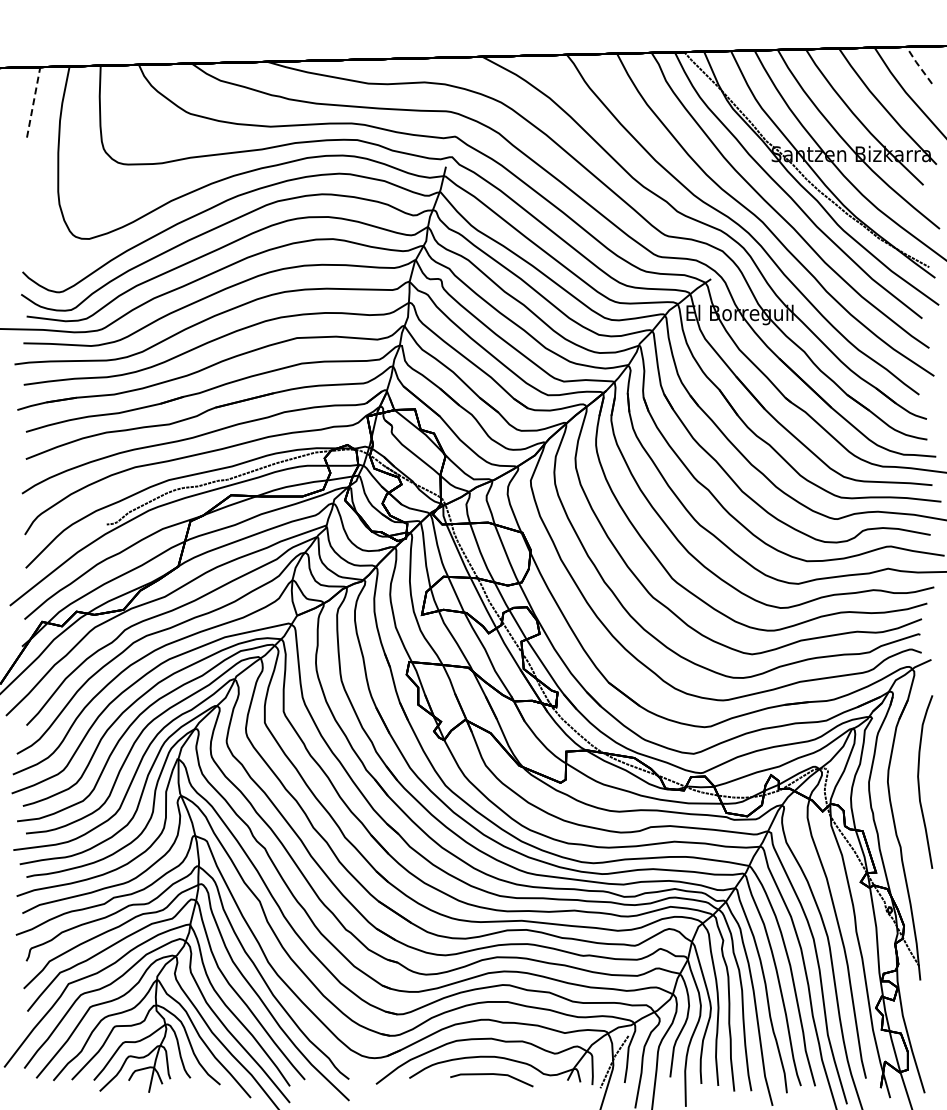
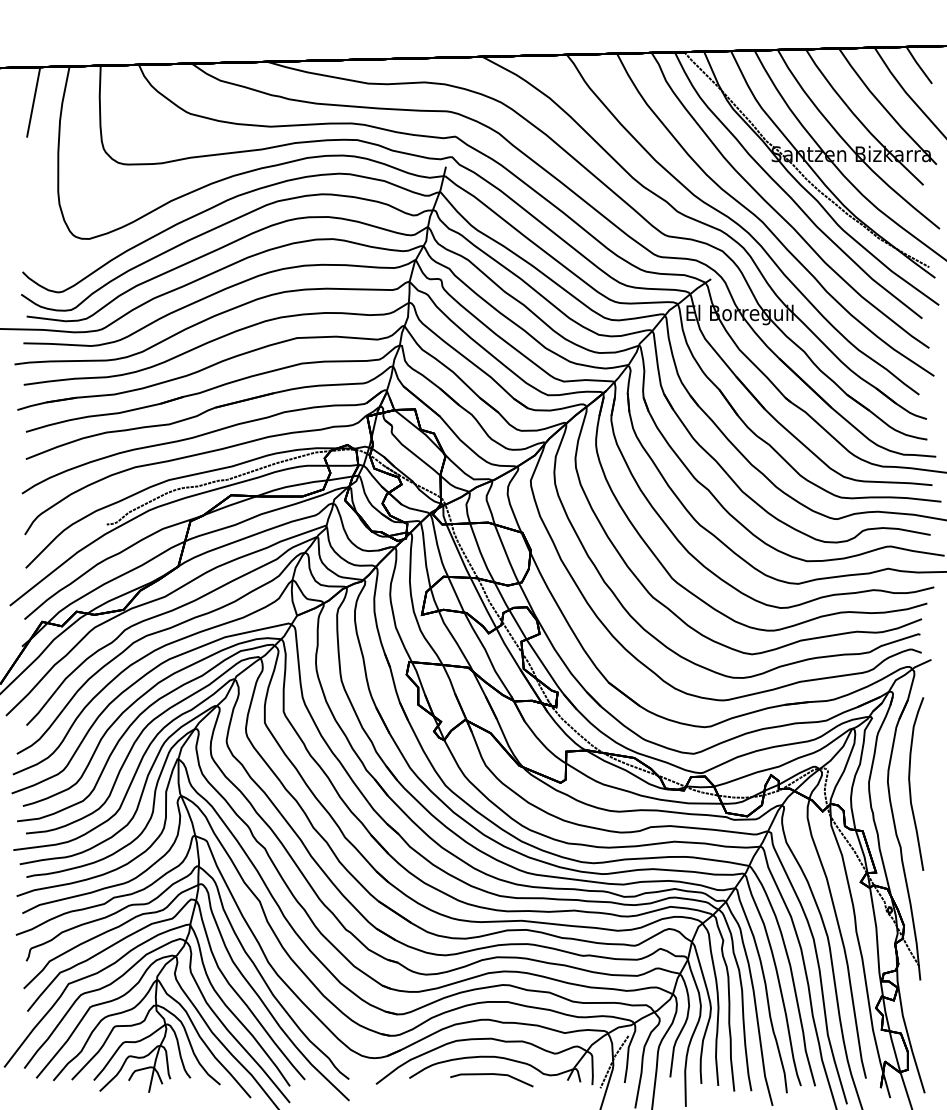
line at (917, 64): dashed -> solid
line at (33, 102): dashed -> solid
curve at (919, 781) position: (919, 781) -> (910, 783)
